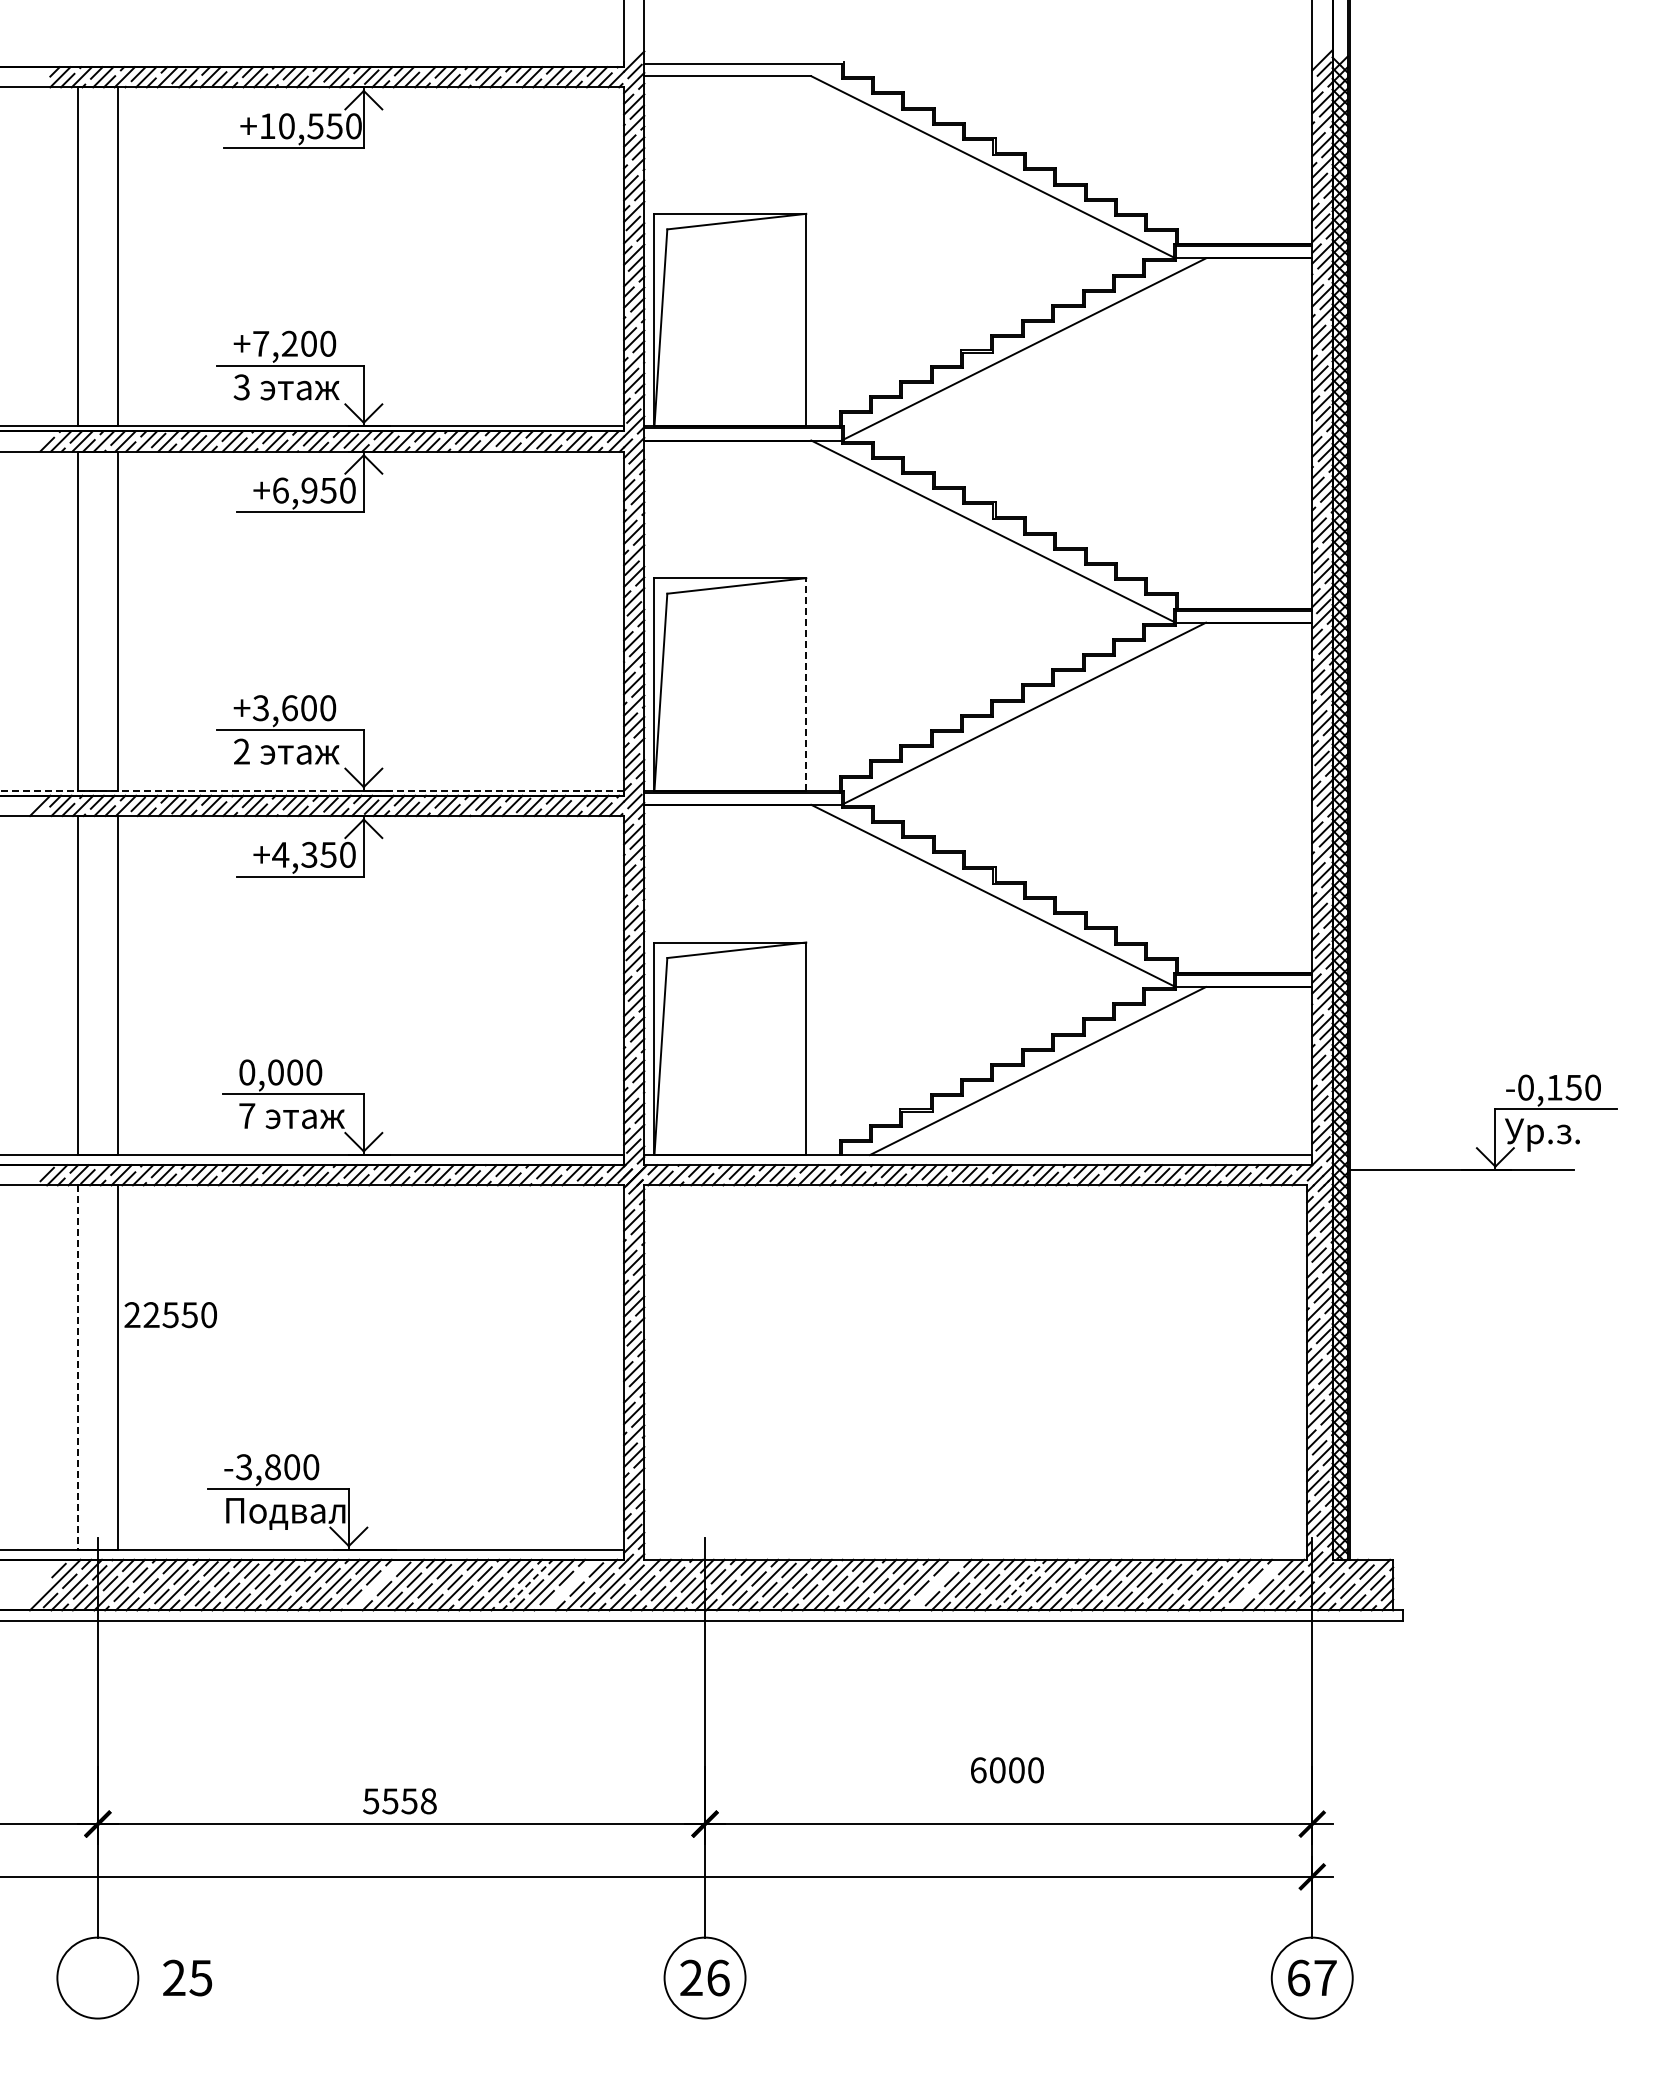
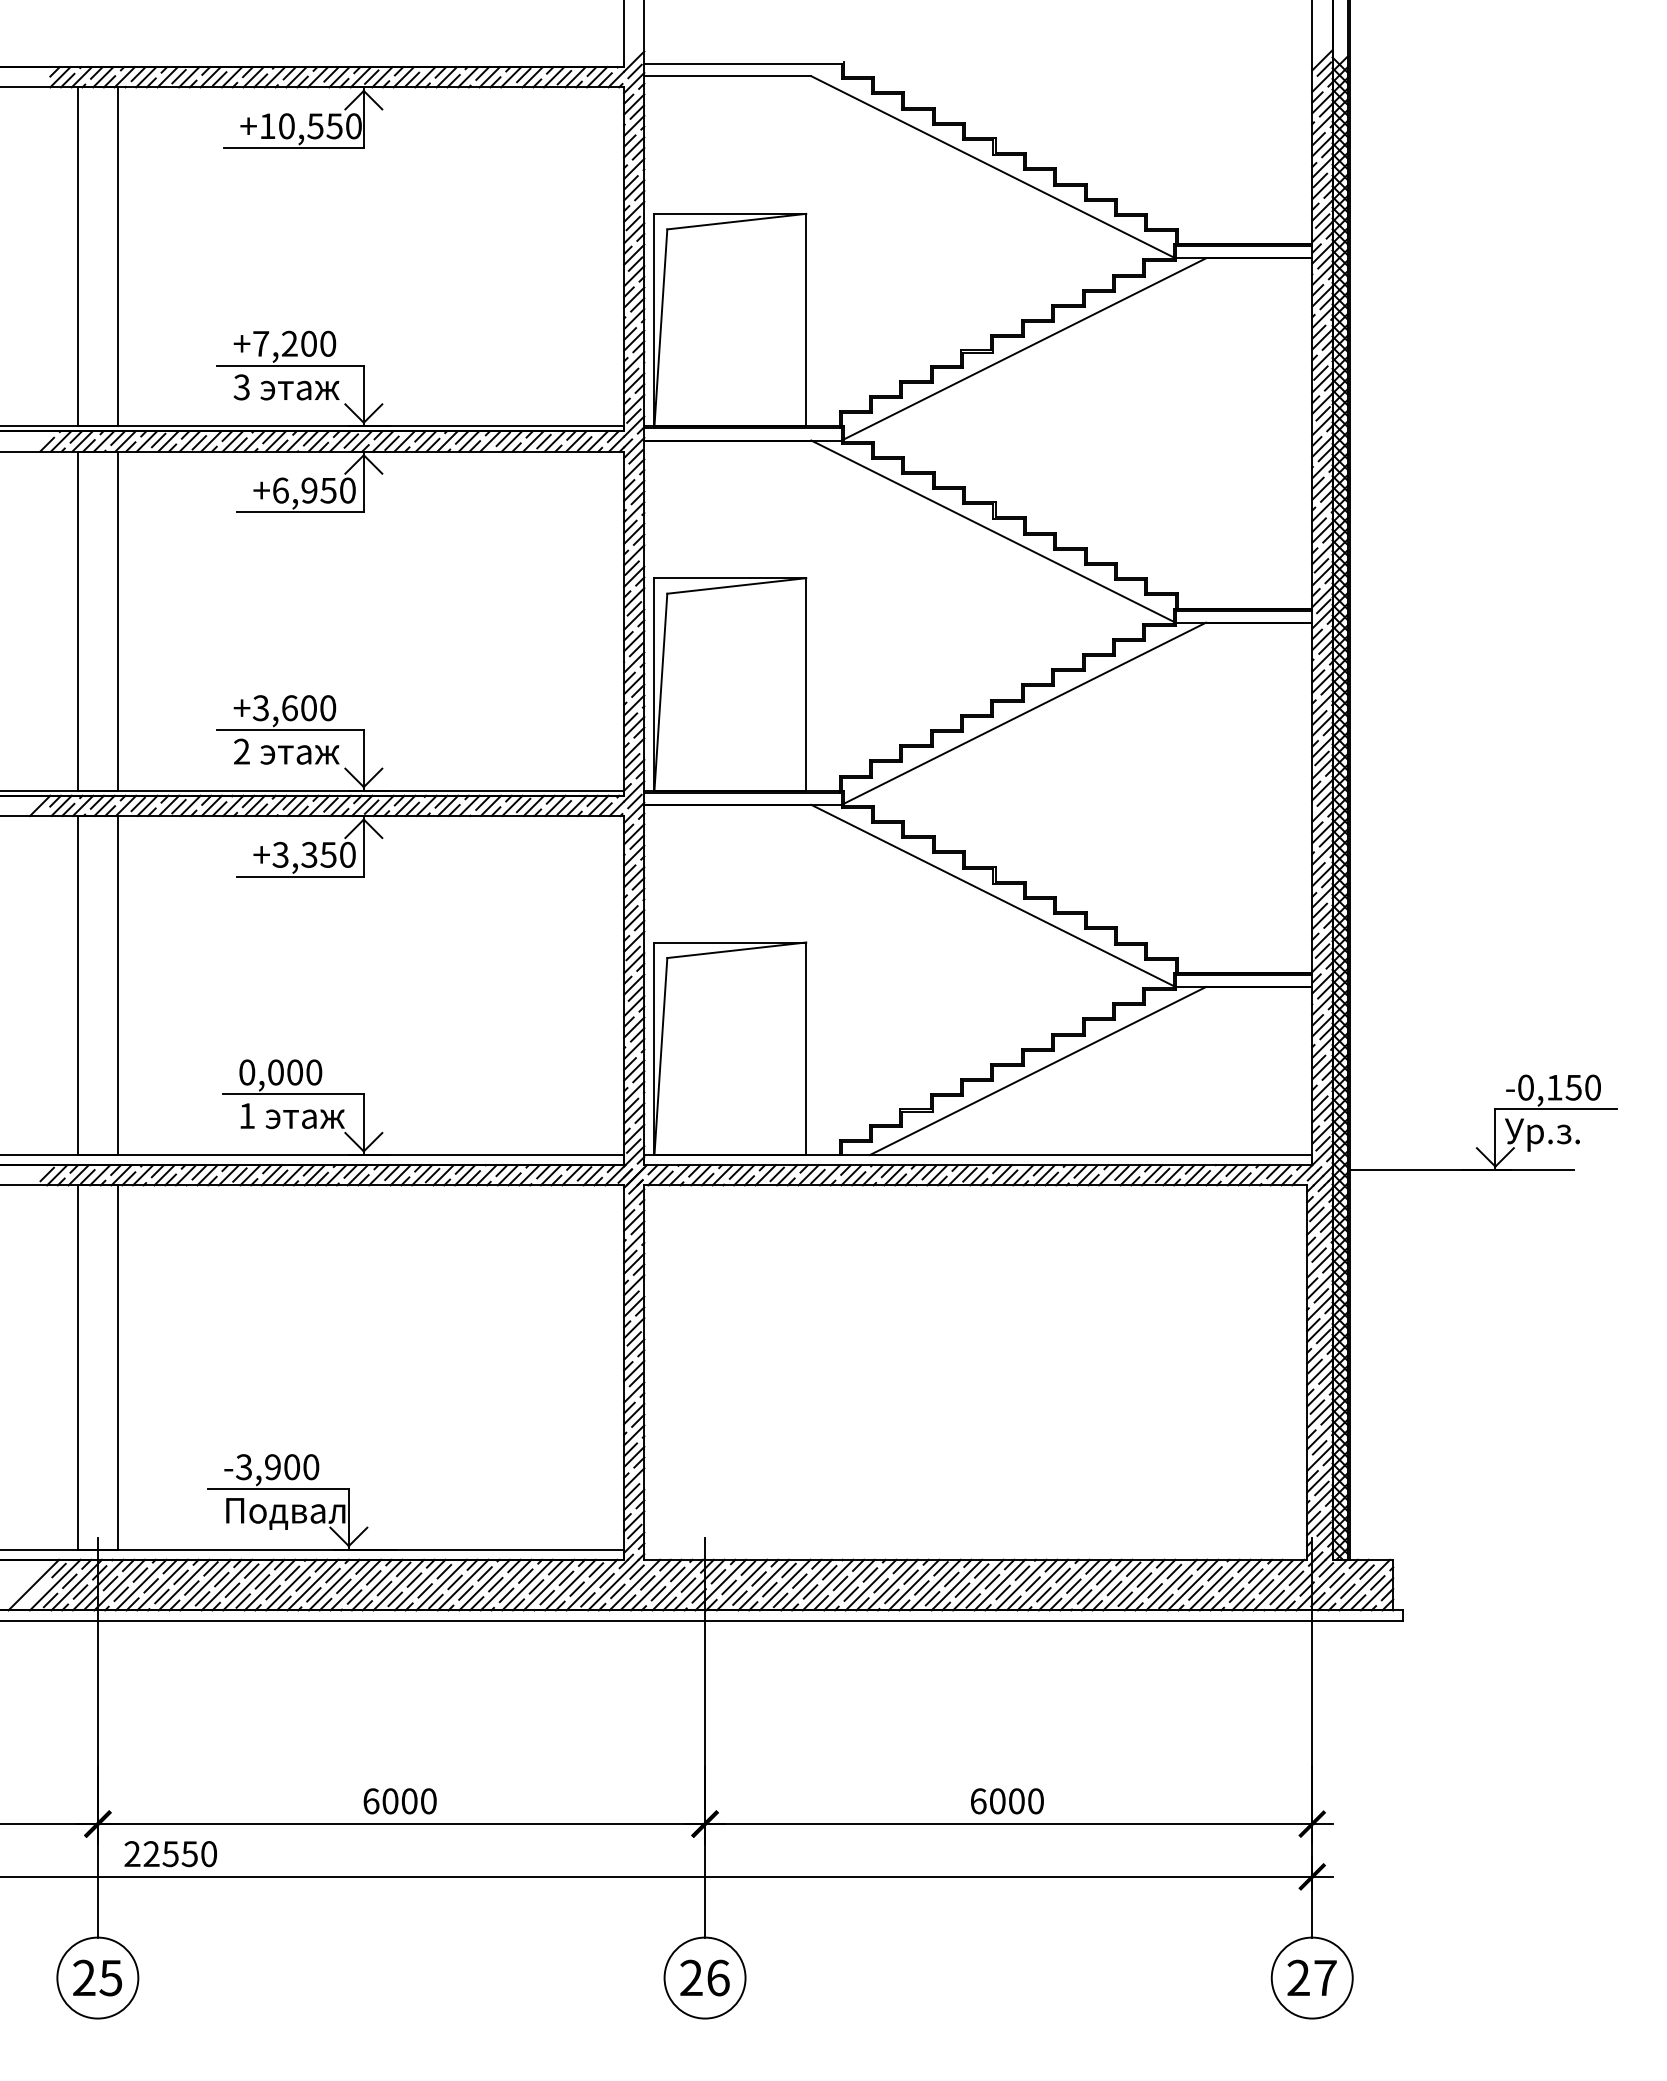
line at (806, 683): dashed -> solid
line at (312, 790): dashed -> solid
text at (280, 854): +4,350 -> +3,350
text at (247, 1115): 7 -> 1
text at (170, 1315) position: (170, 1315) -> (170, 1854)
line at (77, 1368): dashed -> solid
text at (272, 1467): -3,800 -> -3,900
line at (33, 1584): none -> present
line at (376, 1584): none -> present
line at (570, 1584): none -> present
line at (935, 1584): none -> present
line at (1257, 1584): none -> present
line at (527, 1585): dashed -> solid
line at (1021, 1585): dashed -> solid
text at (1007, 1770) position: (1007, 1770) -> (1007, 1801)
text at (399, 1801): 5558 -> 6000
text at (187, 1977) position: (187, 1977) -> (97, 1977)
text at (1298, 1977): 67 -> 27
